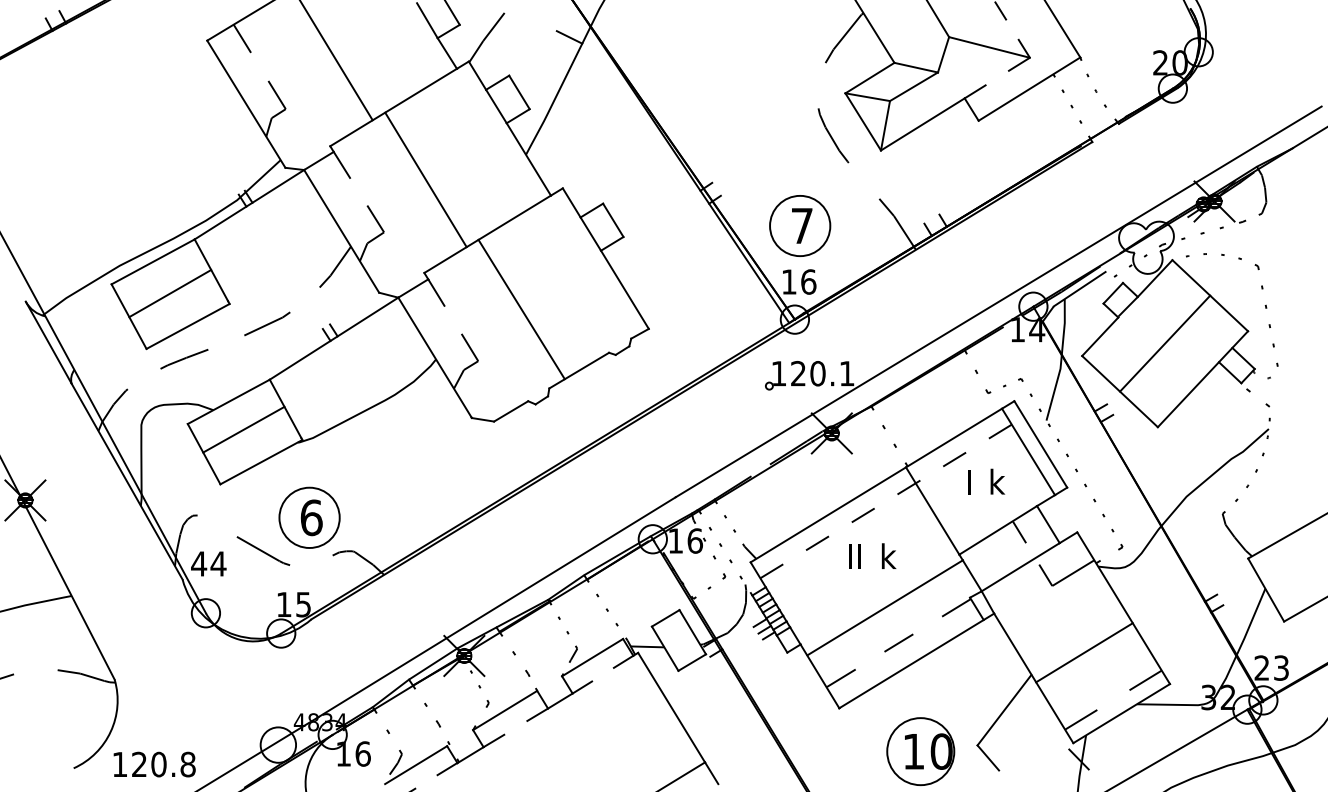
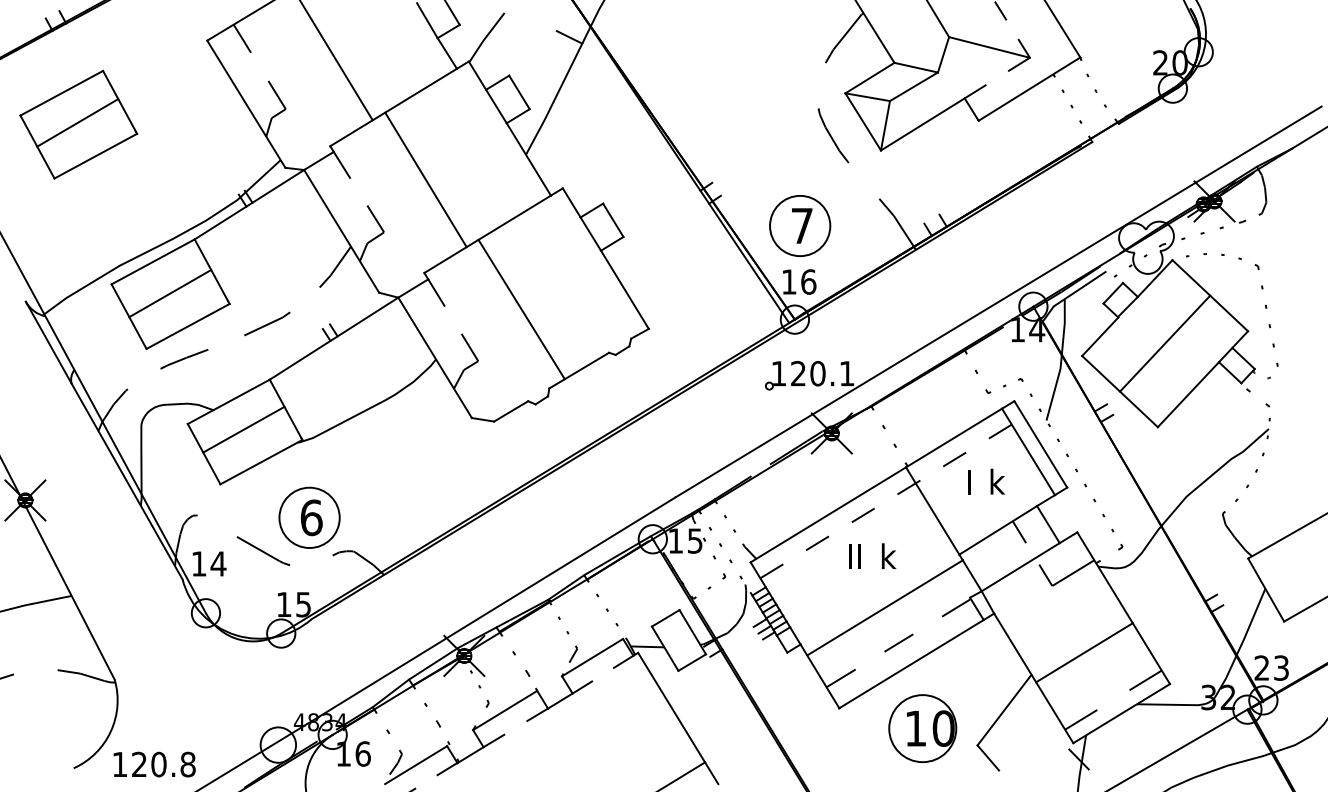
part at (78, 124): none -> present
text at (694, 540): 16 -> 15
text at (199, 563): 44 -> 14
part at (920, 751) position: (920, 751) -> (922, 728)
